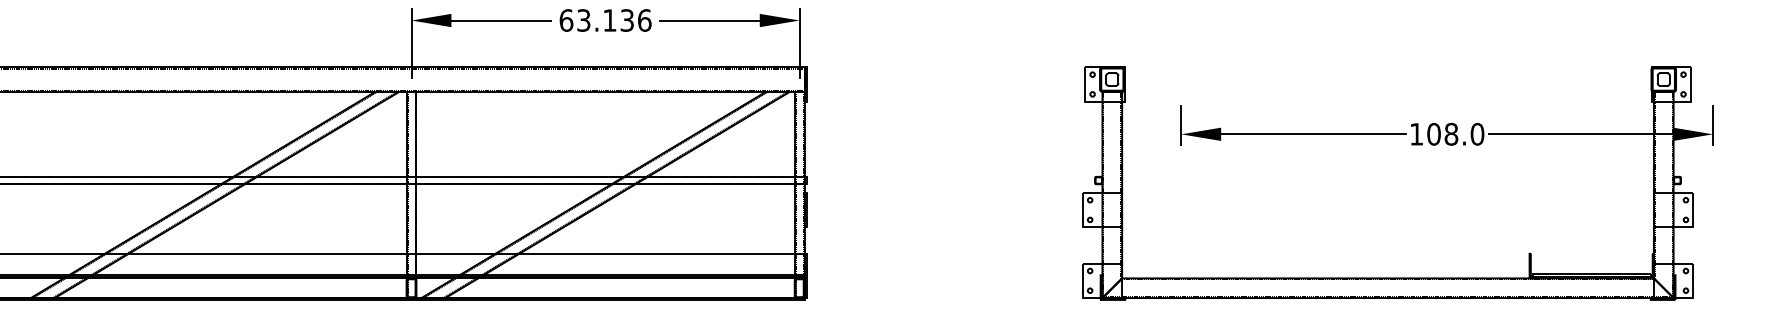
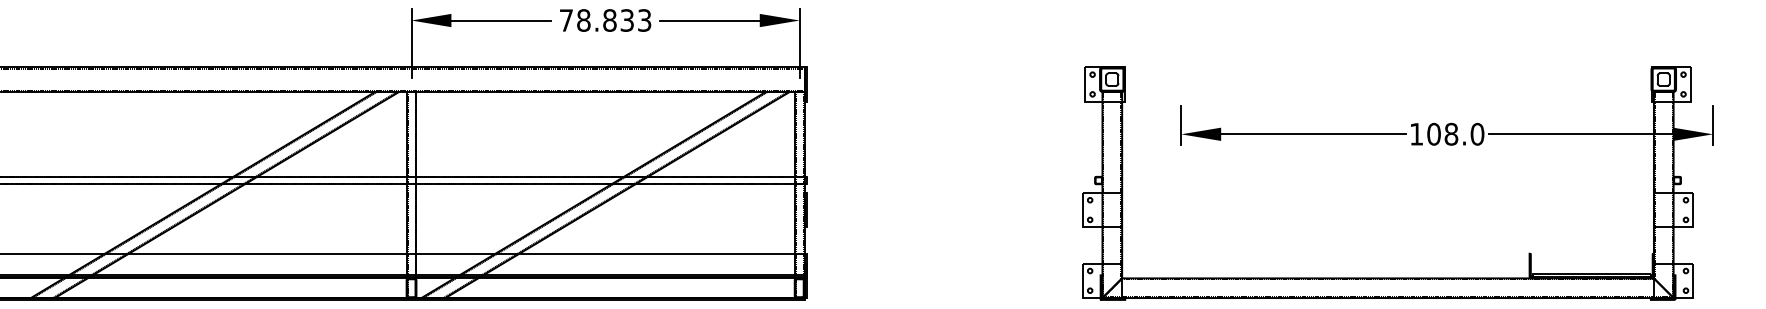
text at (605, 20): 63.136 -> 78.833
